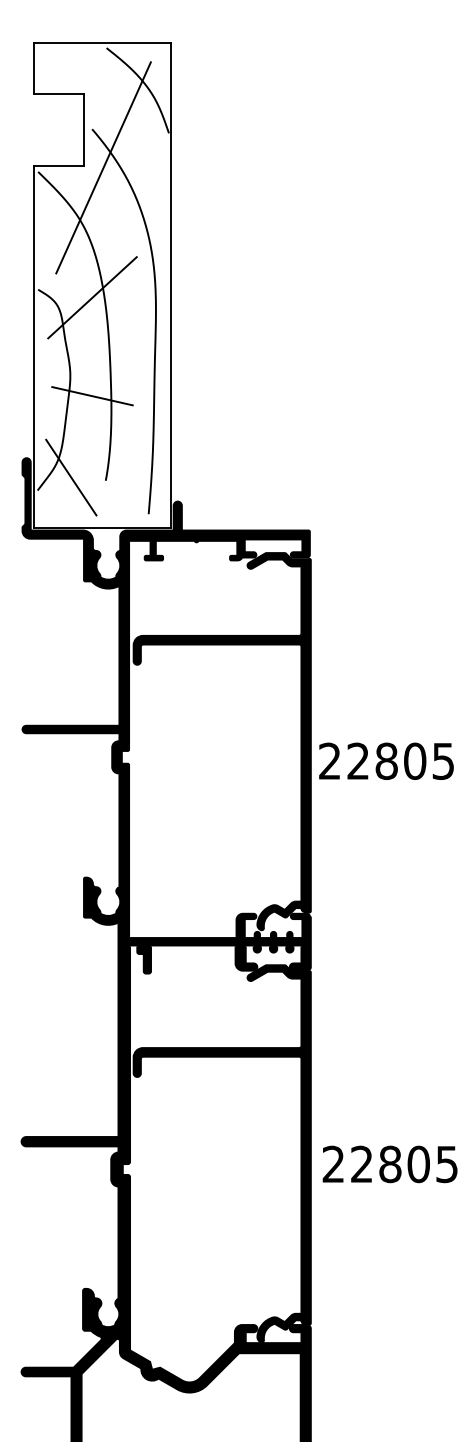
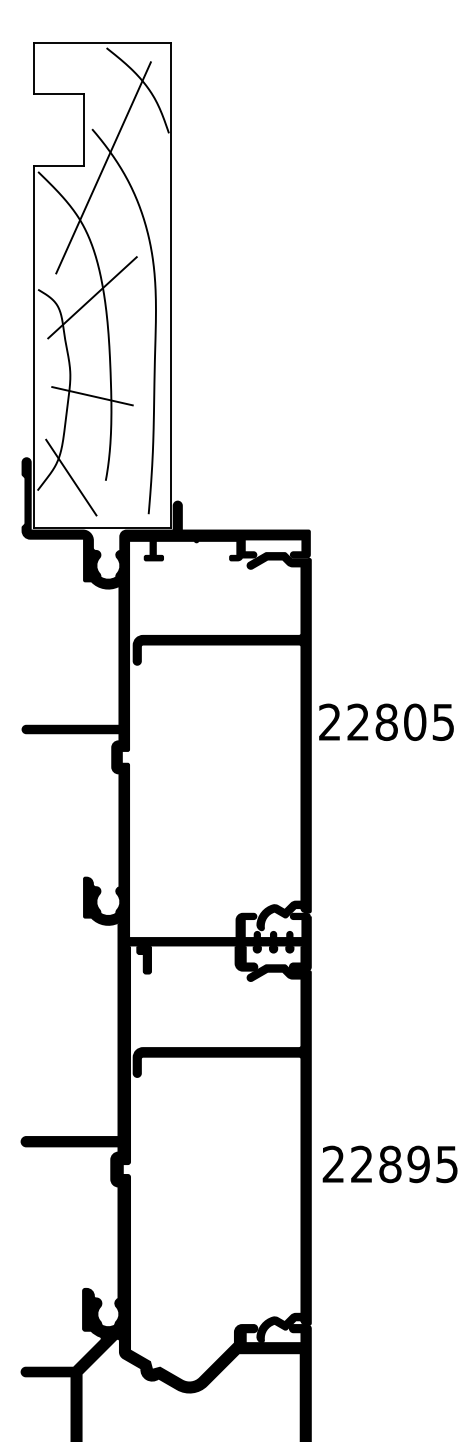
text at (386, 760) position: (386, 760) -> (386, 721)
text at (418, 1164): 22805 -> 22895
